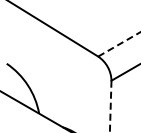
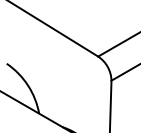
line at (119, 44): dashed -> solid
line at (110, 106): dashed -> solid
